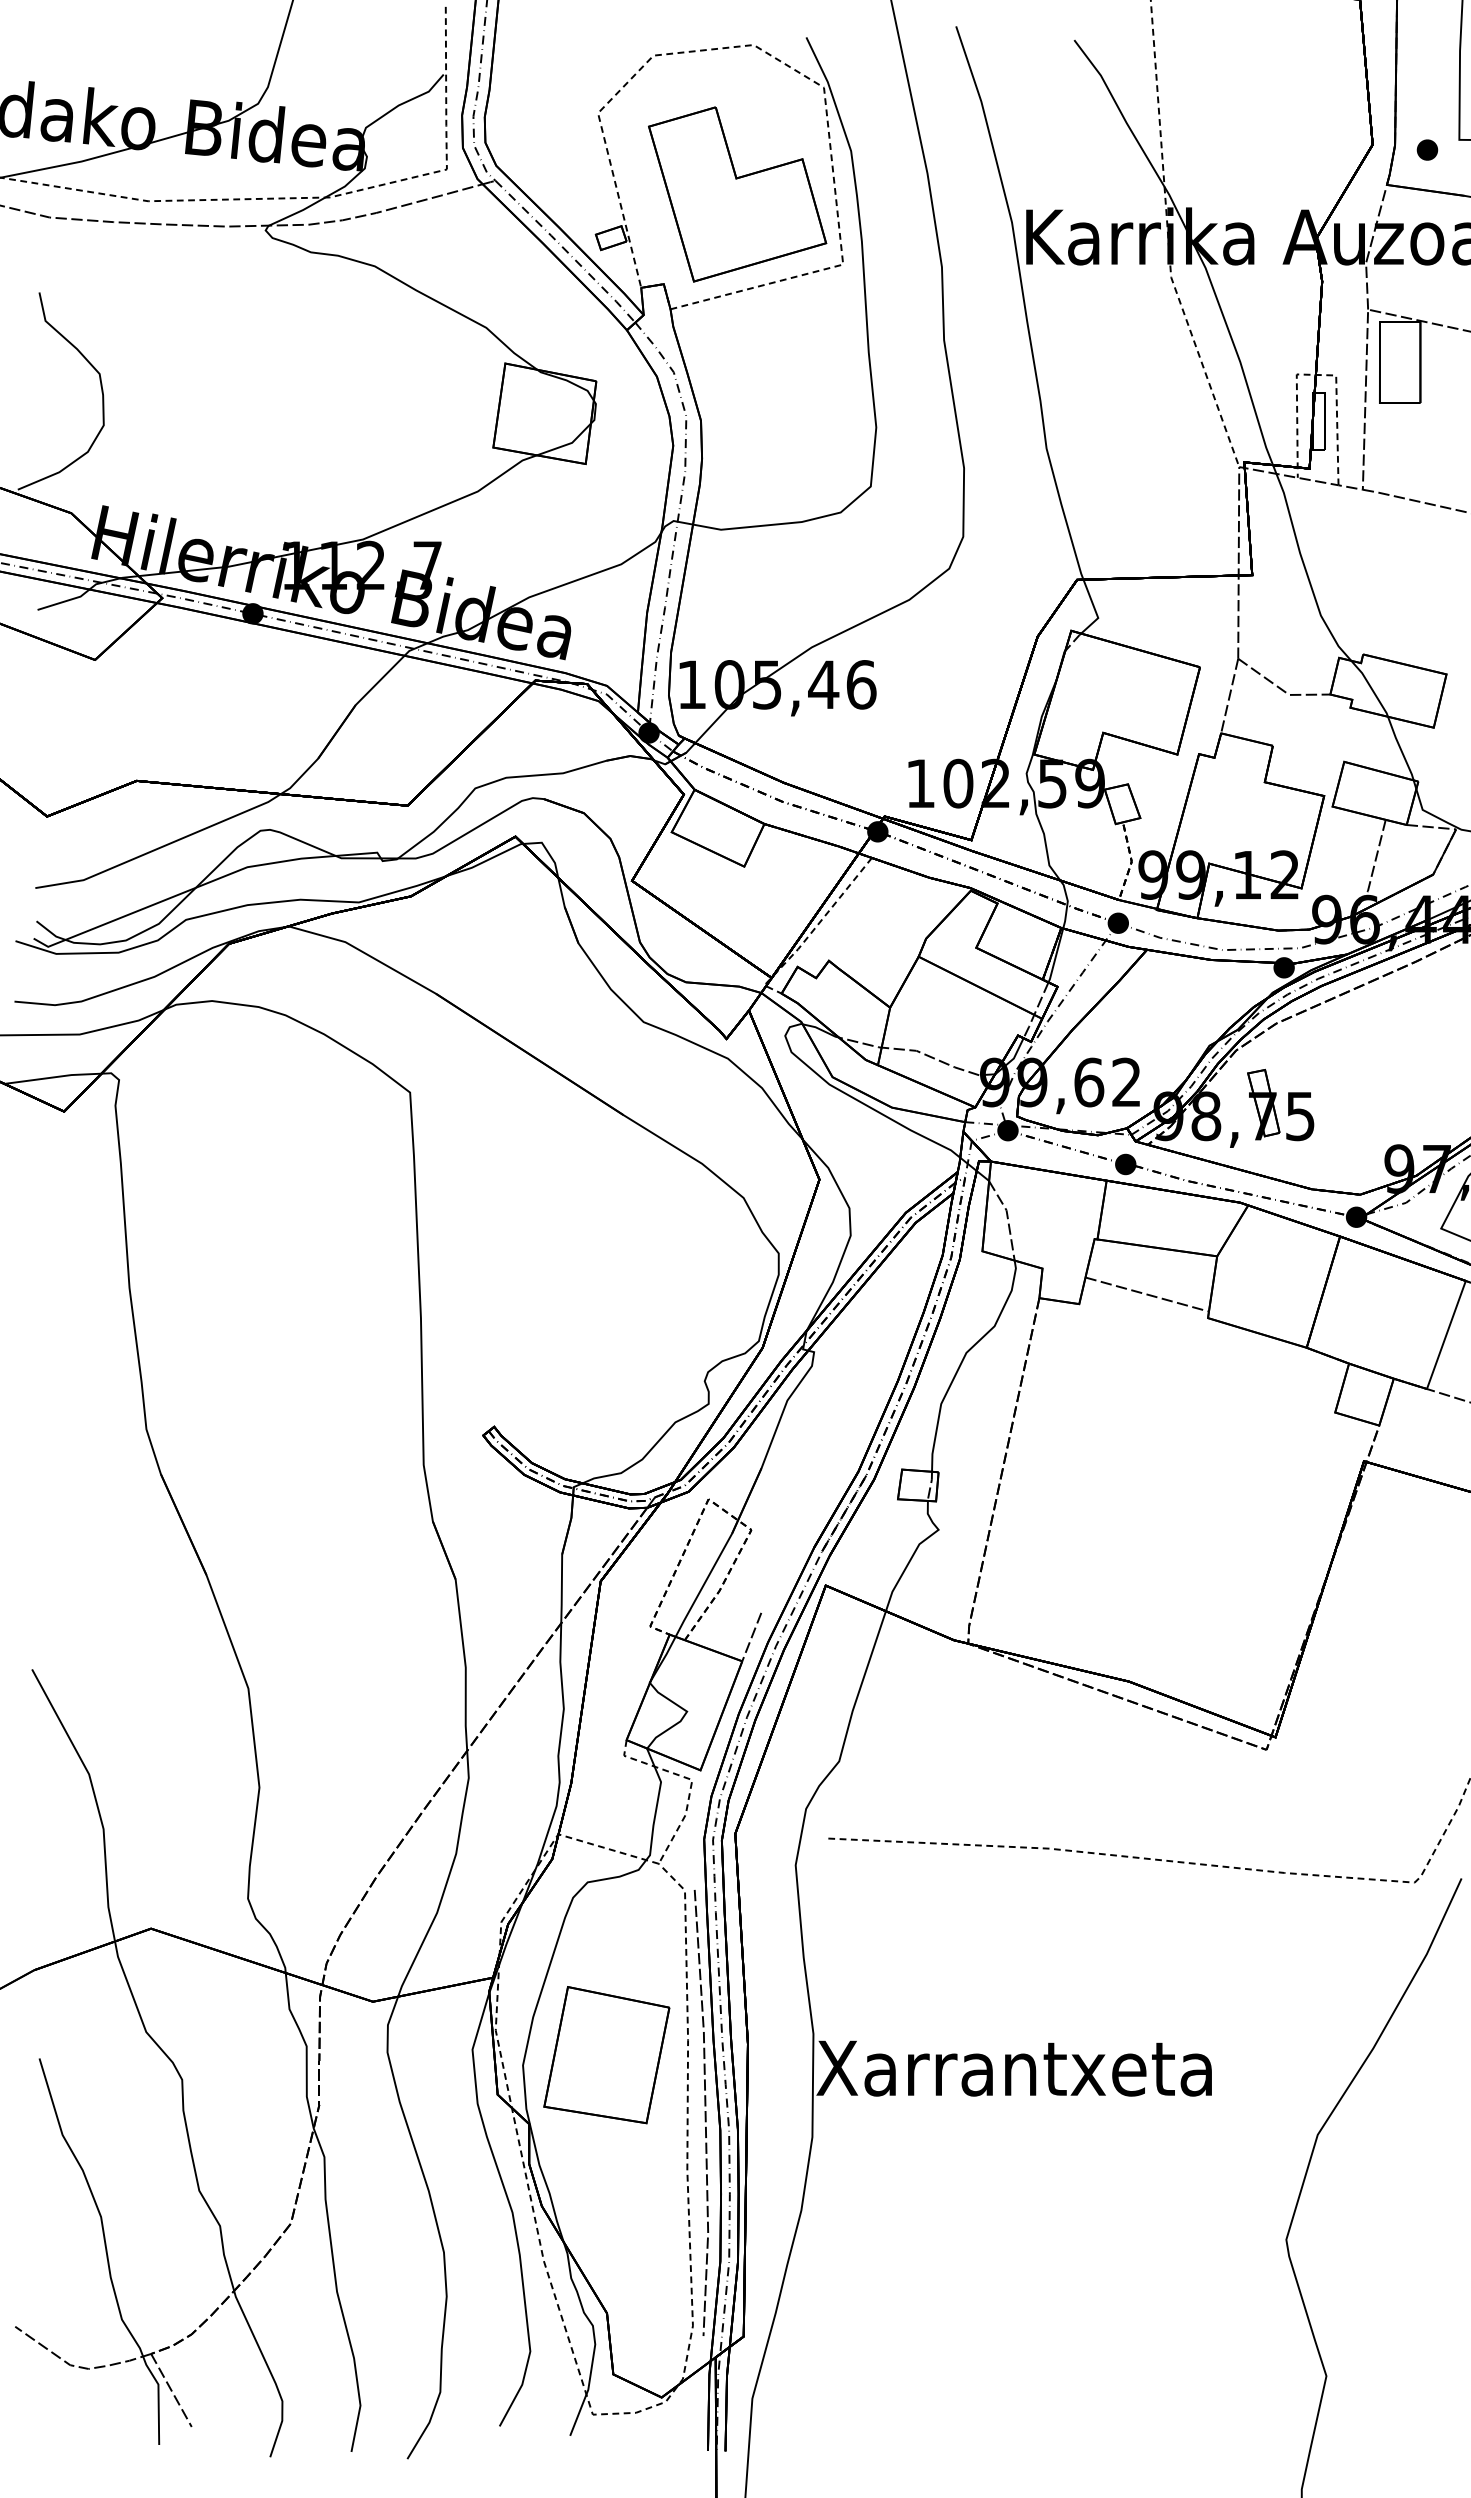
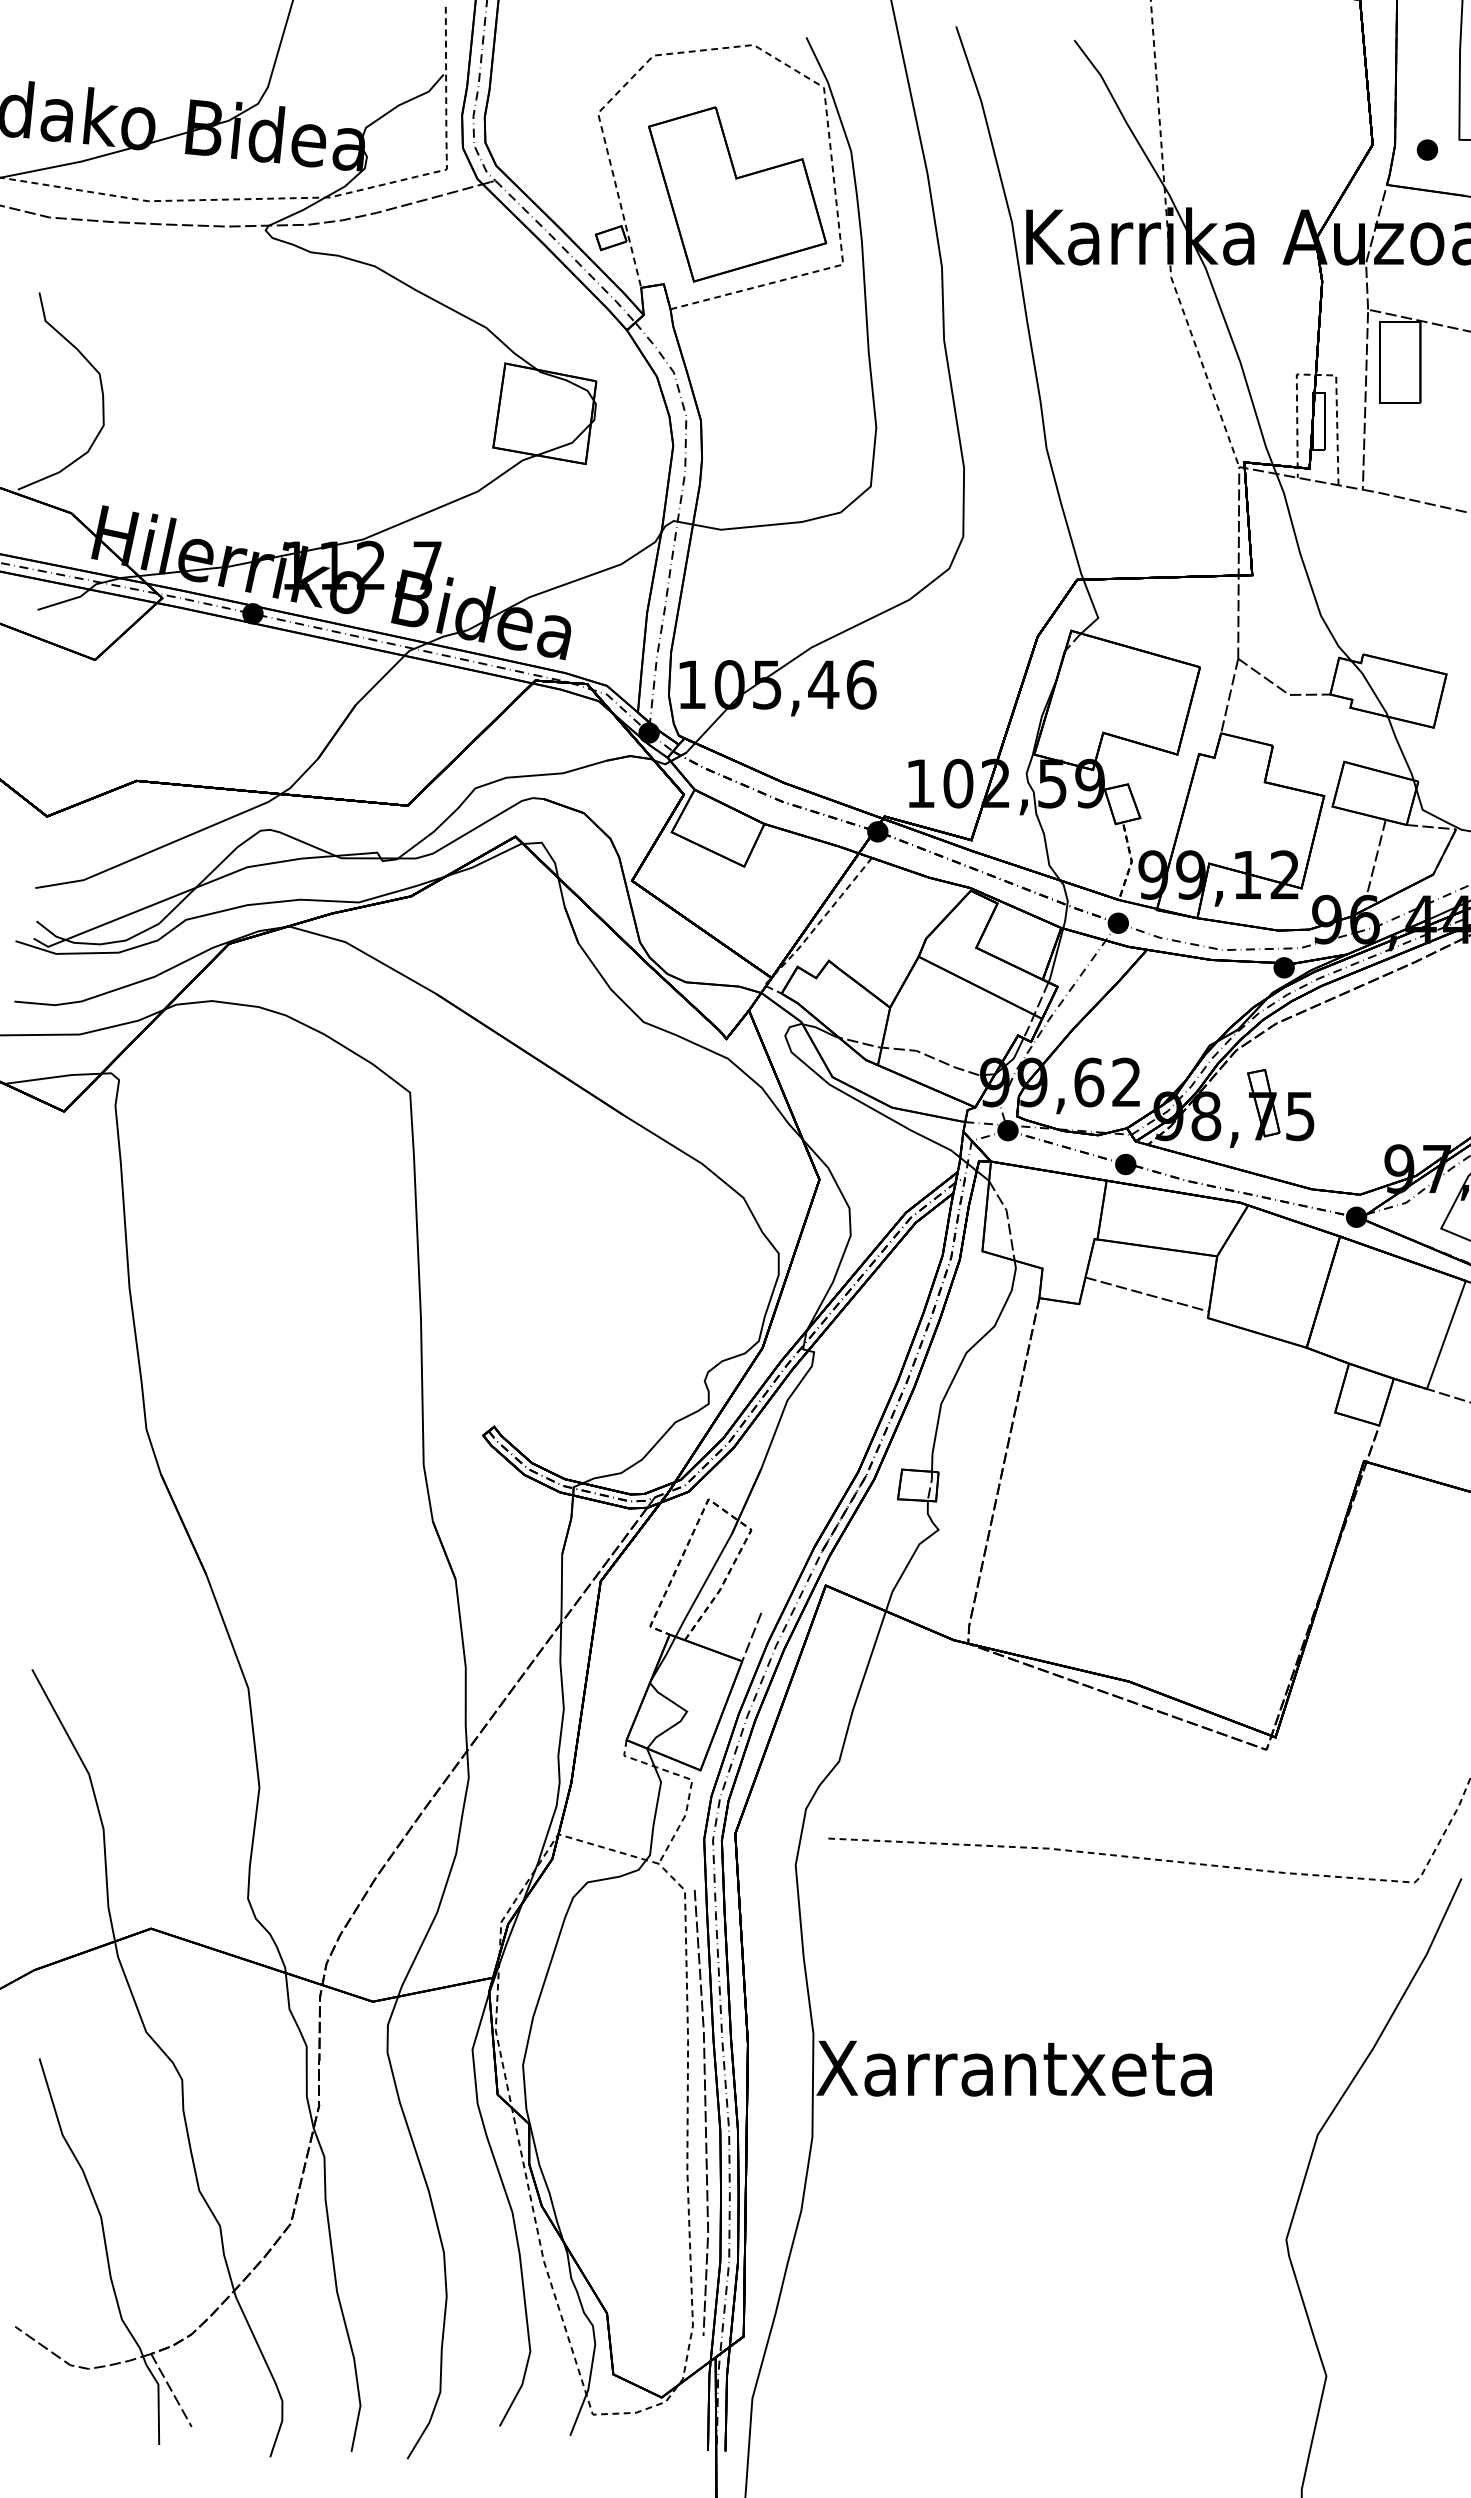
part at (606, 2055): present -> none
